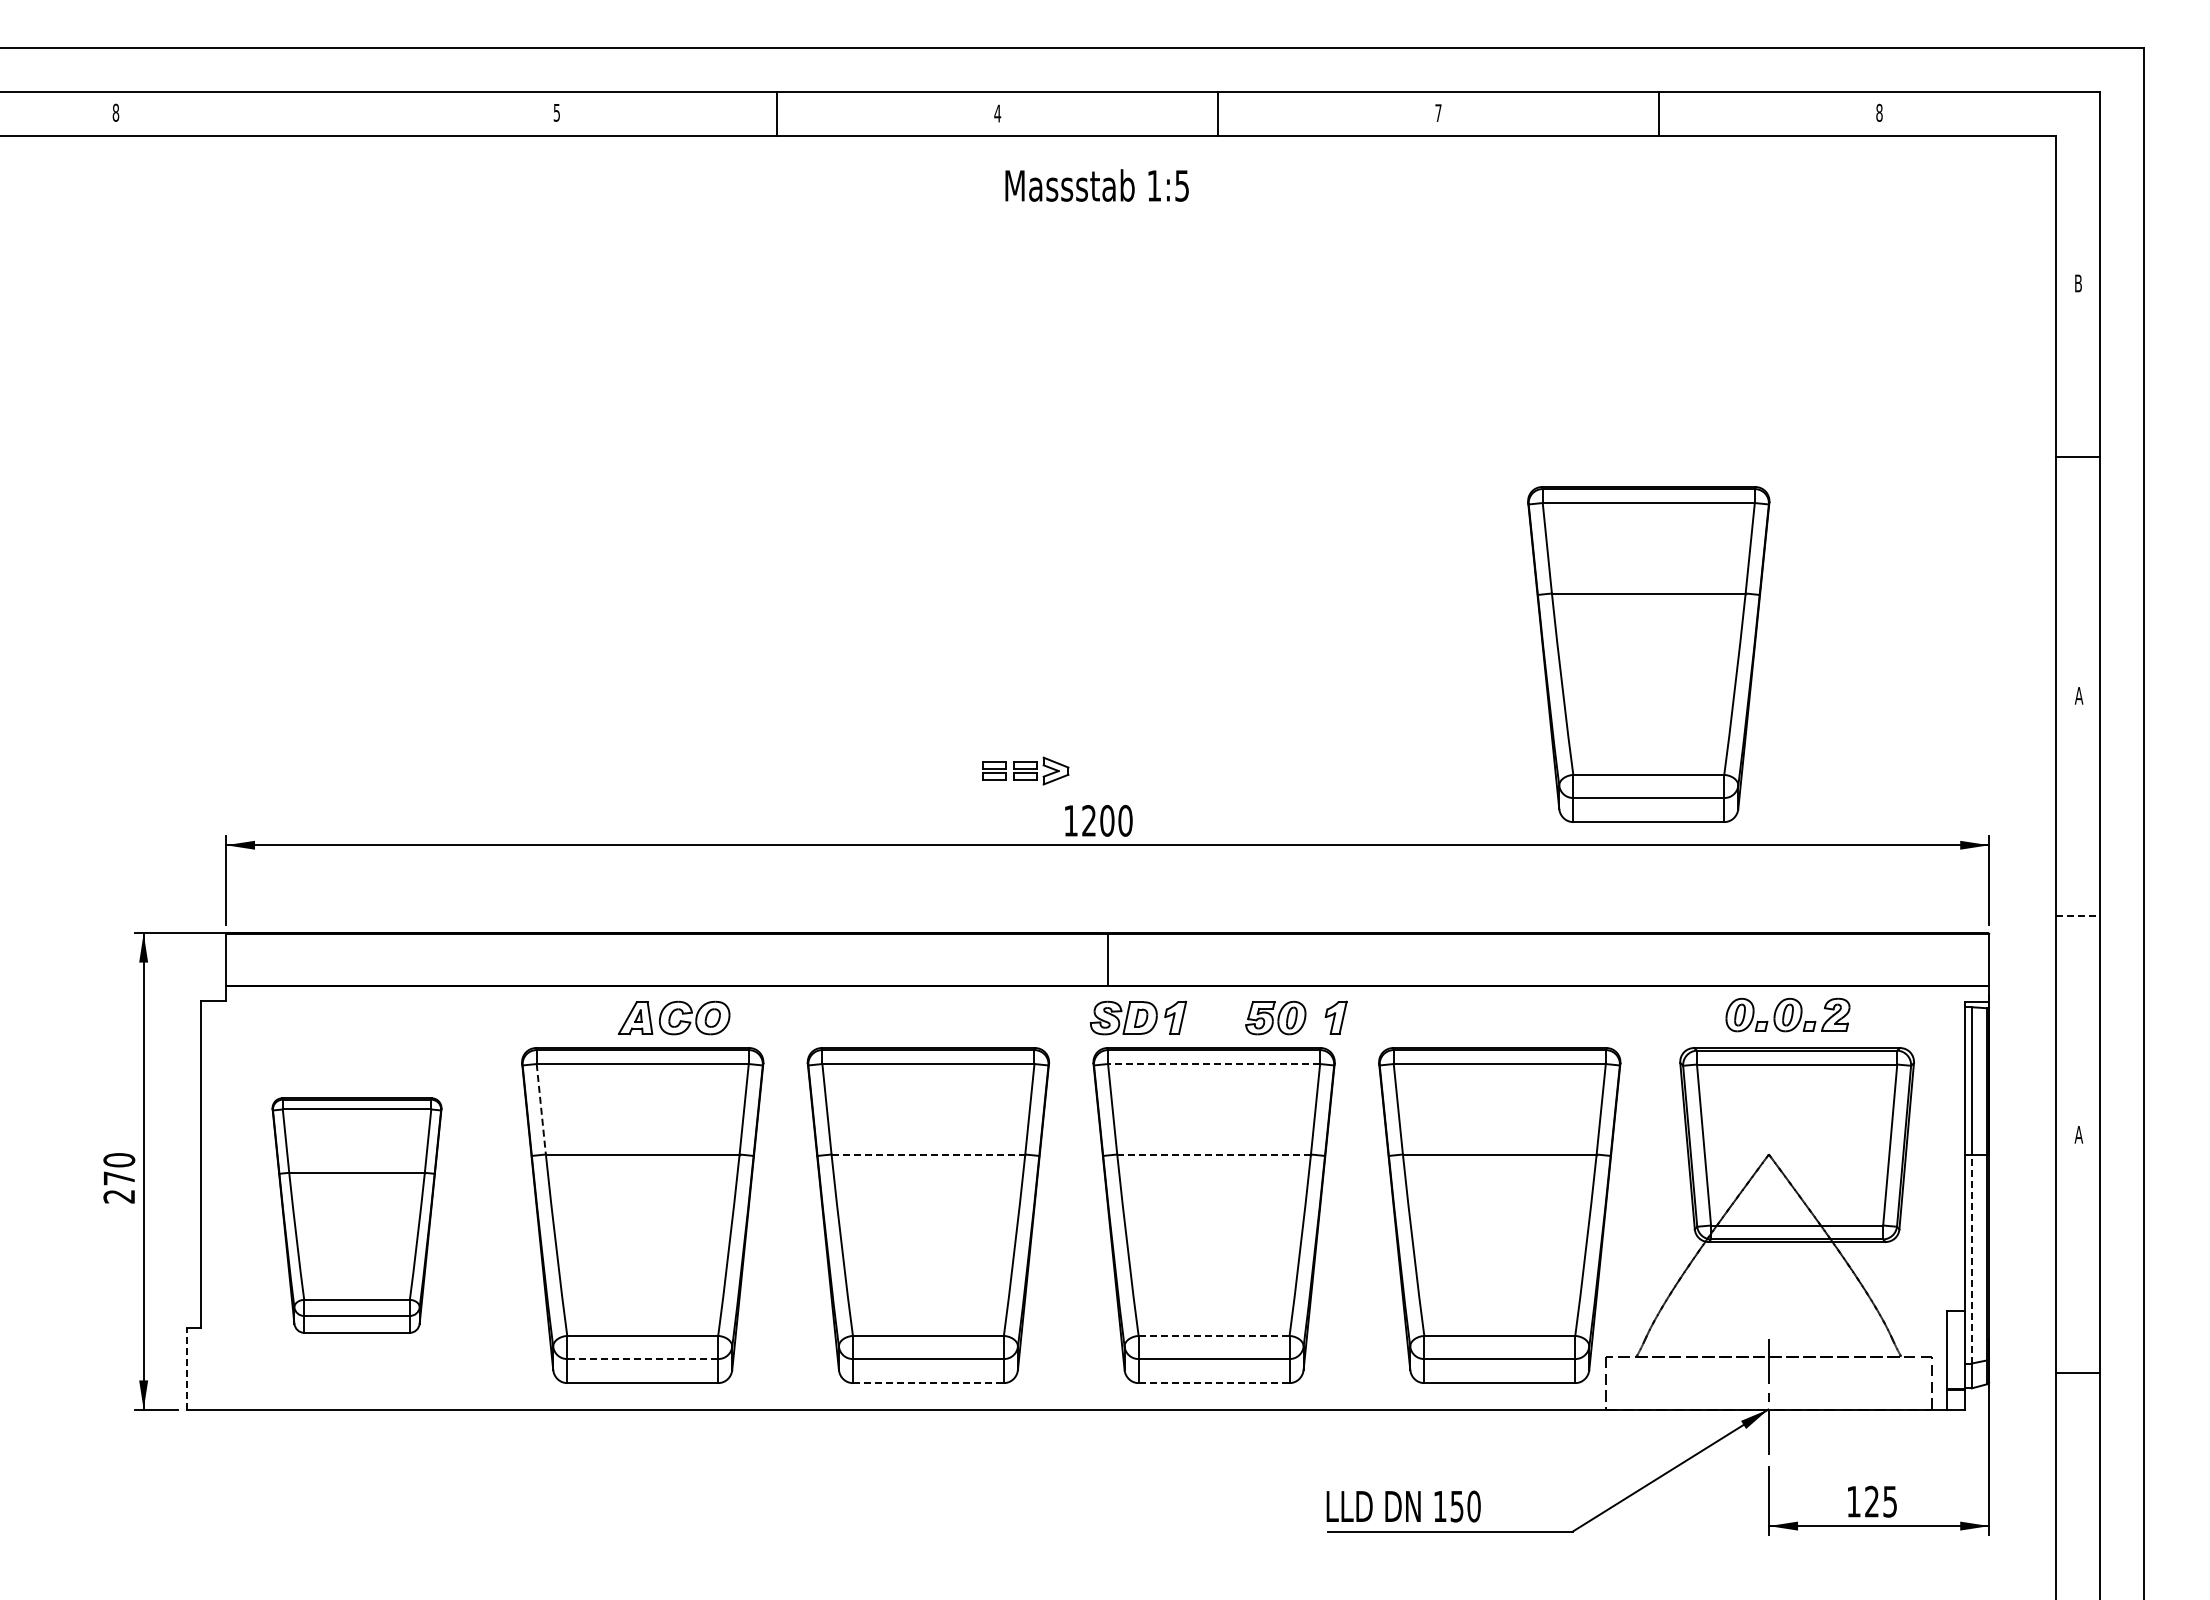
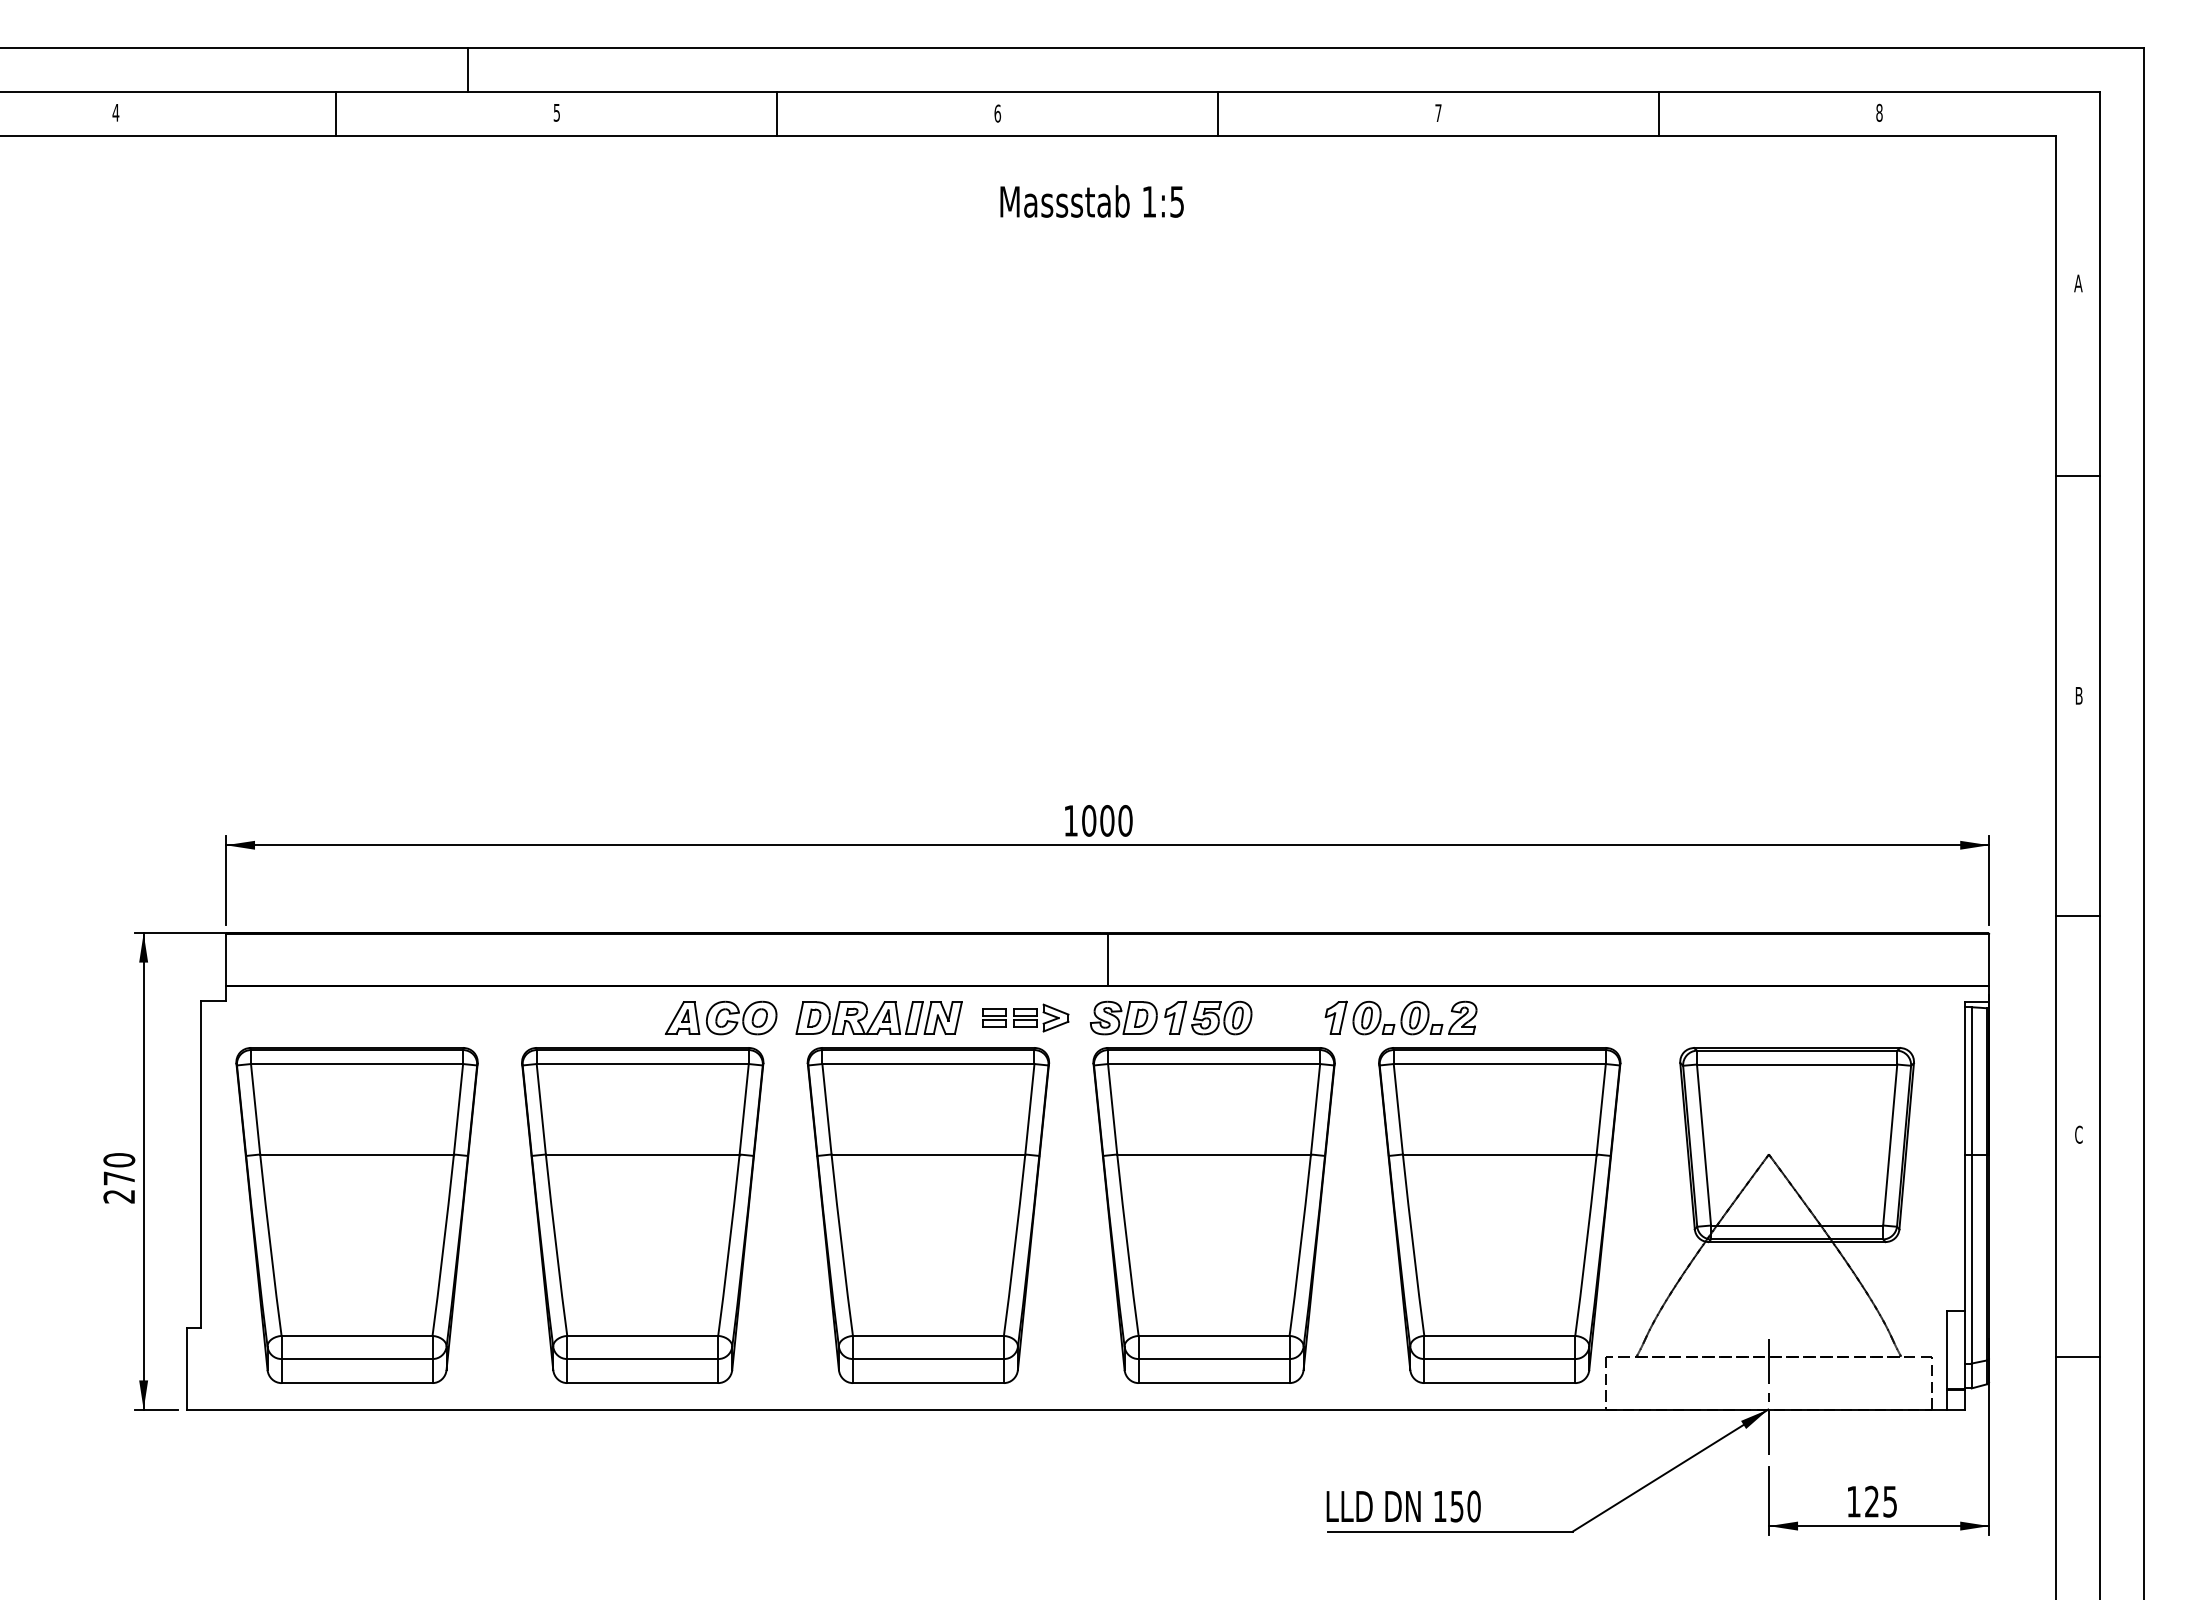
line at (468, 69): none -> present
text at (115, 112): 8 -> 4
line at (336, 113): none -> present
text at (997, 113): 4 -> 6
text at (1096, 185) position: (1096, 185) -> (1091, 201)
text at (2078, 283): B -> A
line at (2077, 456) position: (2077, 456) -> (2077, 475)
part at (1648, 654): present -> none
text at (2078, 695): A -> B
part at (1025, 770) position: (1025, 770) -> (1025, 1017)
text at (1089, 820): 1200 -> 1000
line at (2078, 916): dashed -> solid
part at (1787, 1014) position: (1787, 1014) -> (1414, 1017)
part at (673, 1017) position: (673, 1017) -> (720, 1017)
part at (878, 1017): none -> present
part at (1275, 1017) position: (1275, 1017) -> (1221, 1017)
line at (1213, 1064): dashed -> solid
line at (541, 1109): dashed -> solid
text at (2078, 1134): A -> C
line at (928, 1154): dashed -> solid
line at (1214, 1154): dashed -> solid
part at (356, 1215) size: 172x237 px -> 244x337 px
line at (1971, 1259): dashed -> solid
line at (1214, 1335): dashed -> solid
line at (642, 1359): dashed -> solid
line at (187, 1368): dashed -> solid
line at (2077, 1373) position: (2077, 1373) -> (2077, 1357)
line at (928, 1383): dashed -> solid
line at (1214, 1383): dashed -> solid
